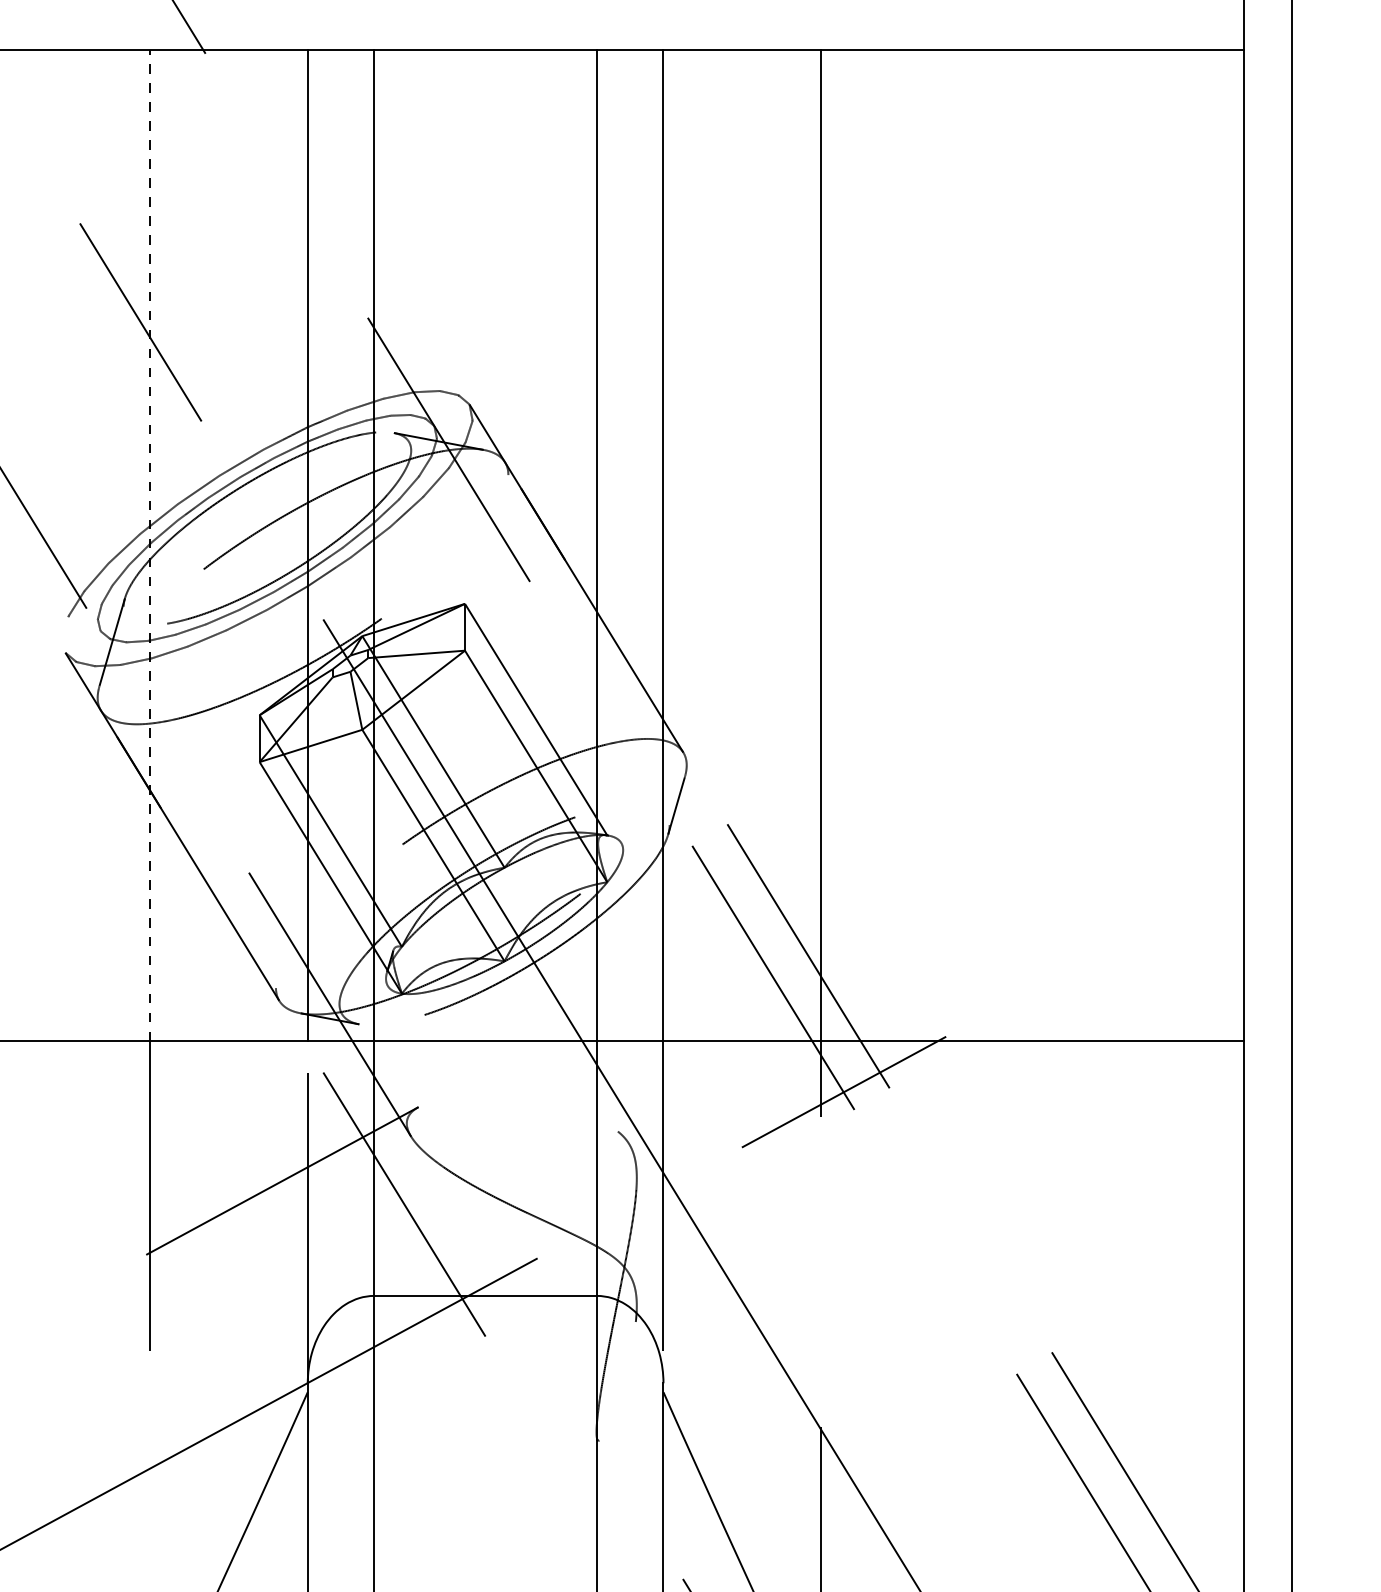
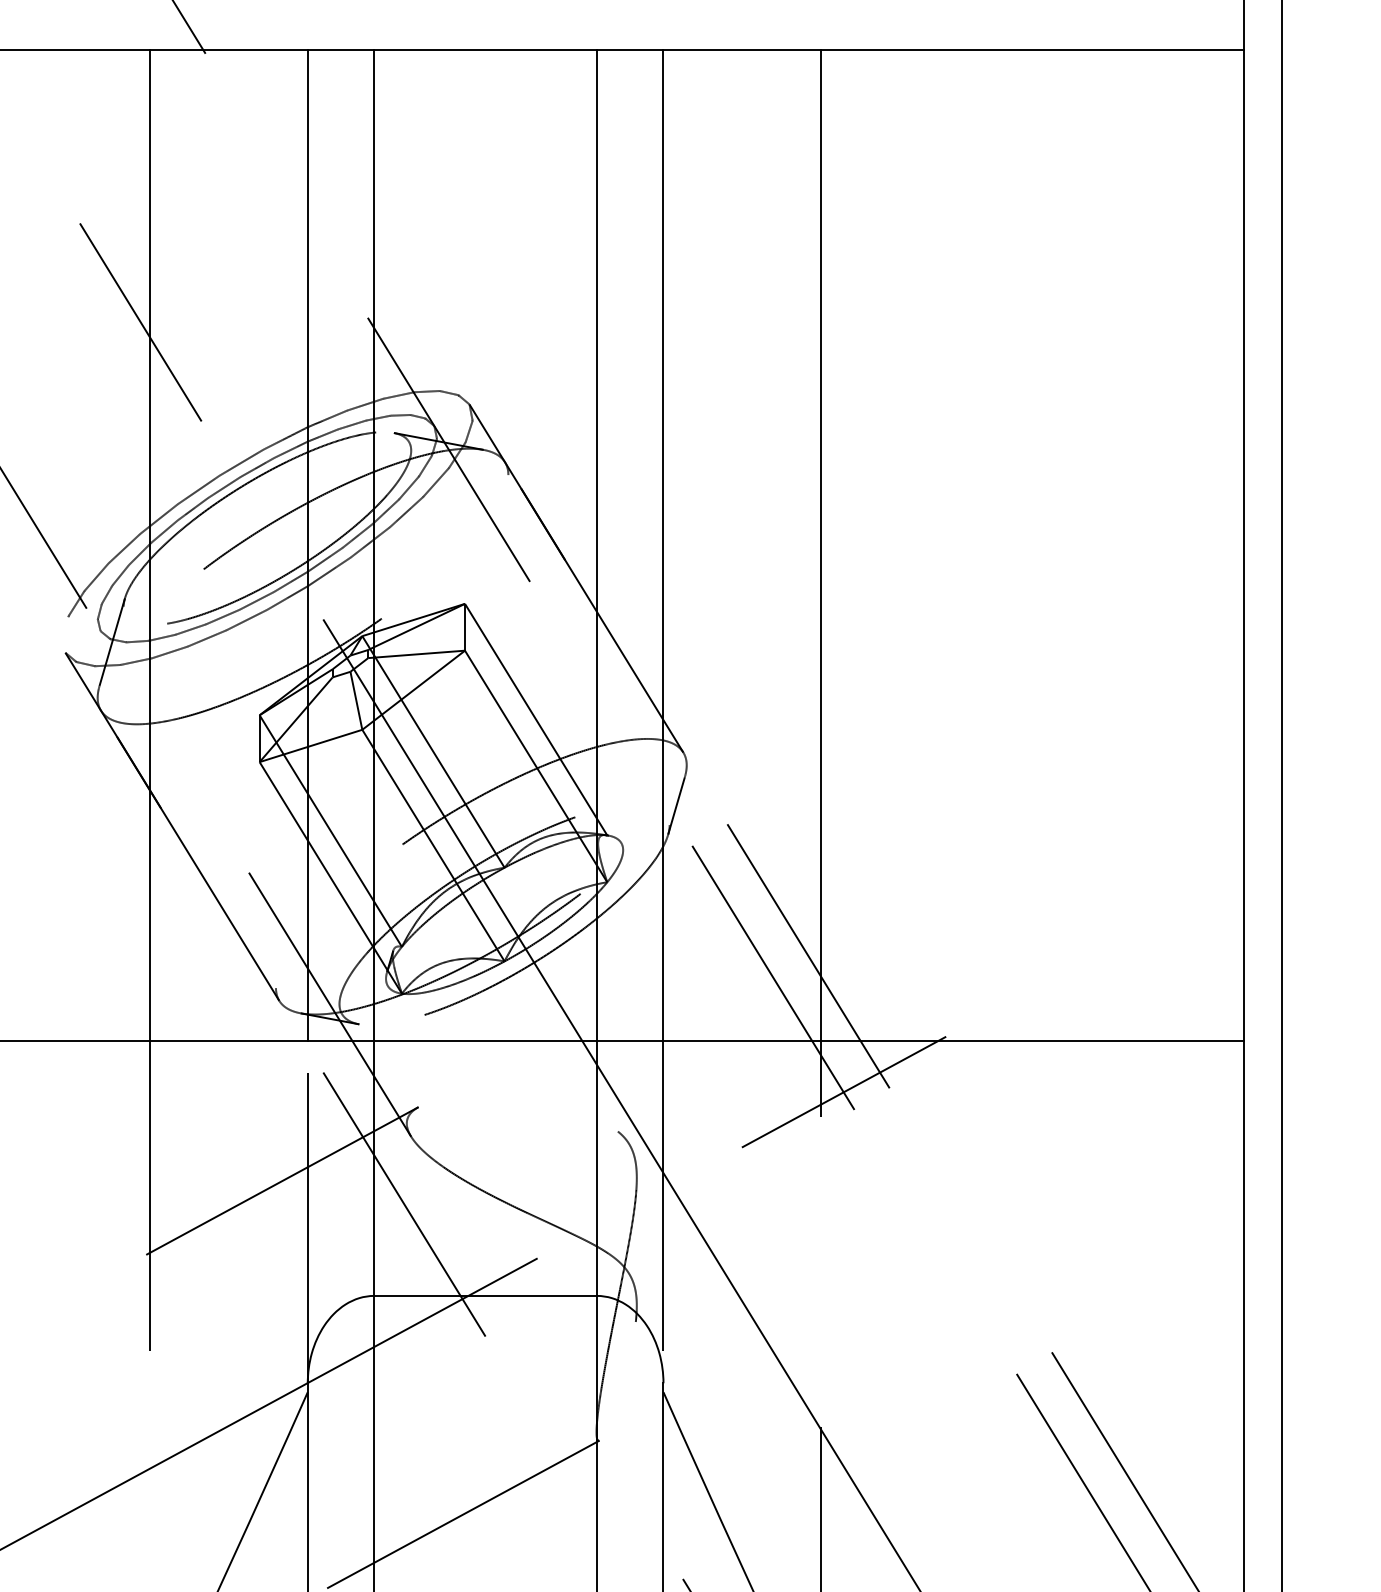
line at (150, 545): dashed -> solid
line at (1292, 795) position: (1292, 795) -> (1282, 795)
line at (462, 1514): none -> present
